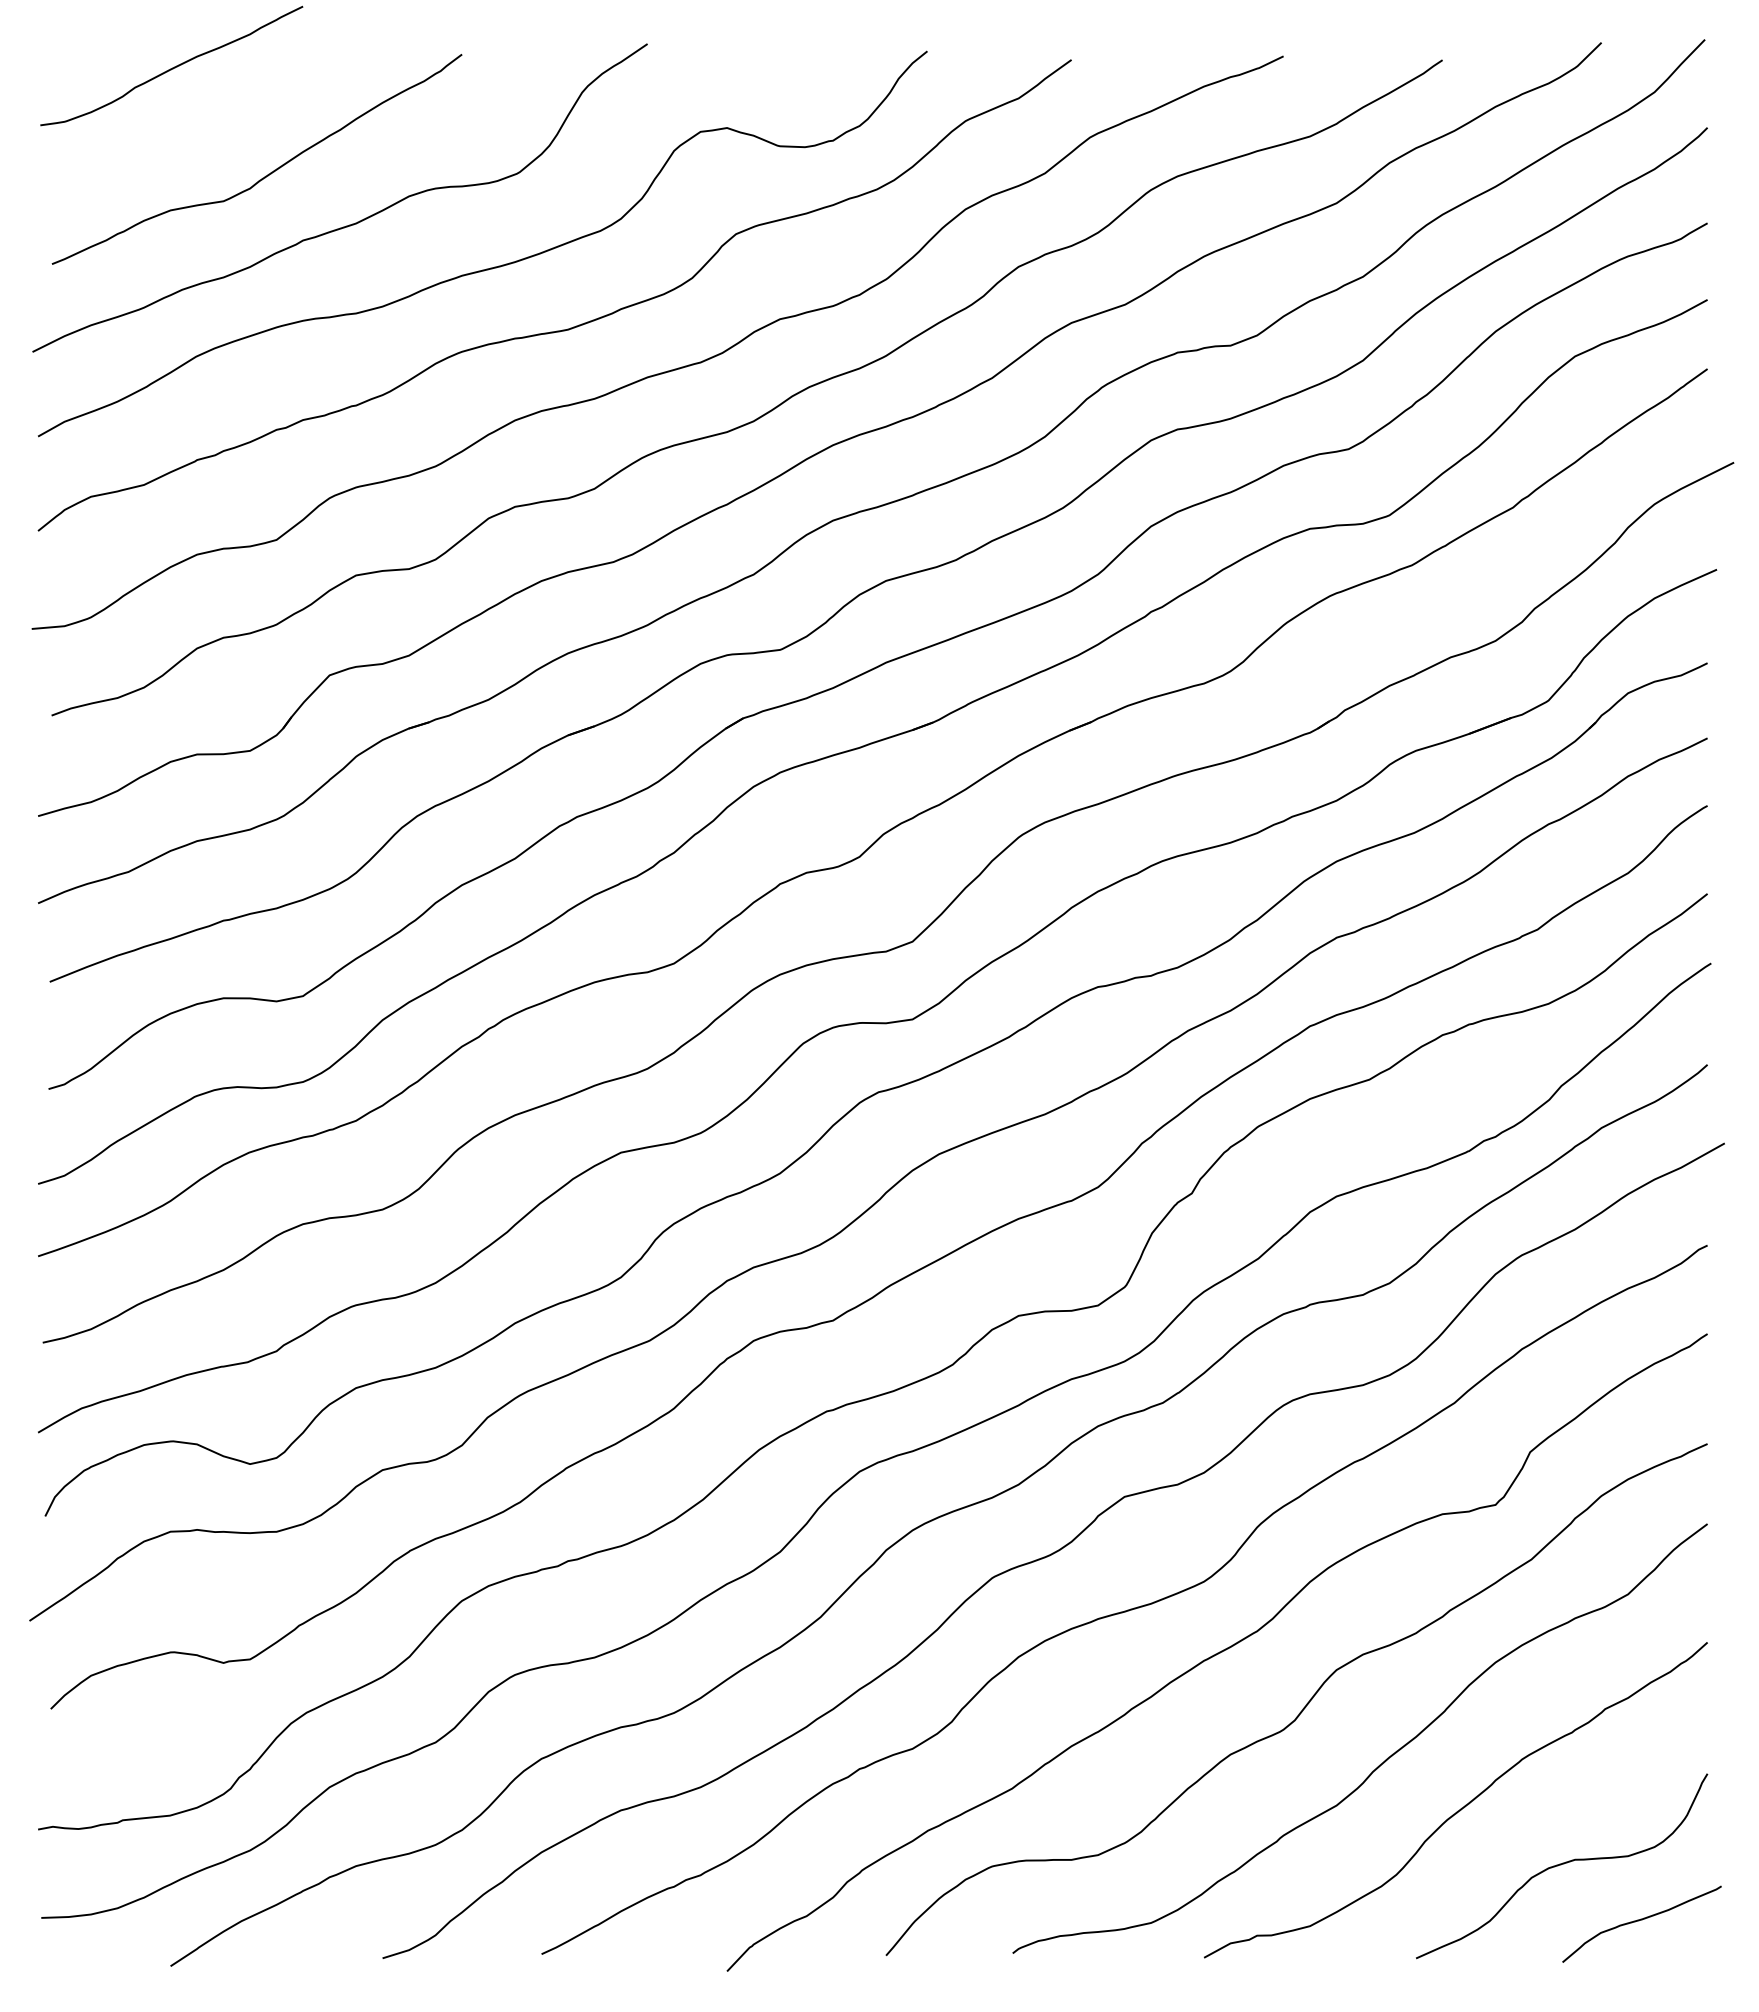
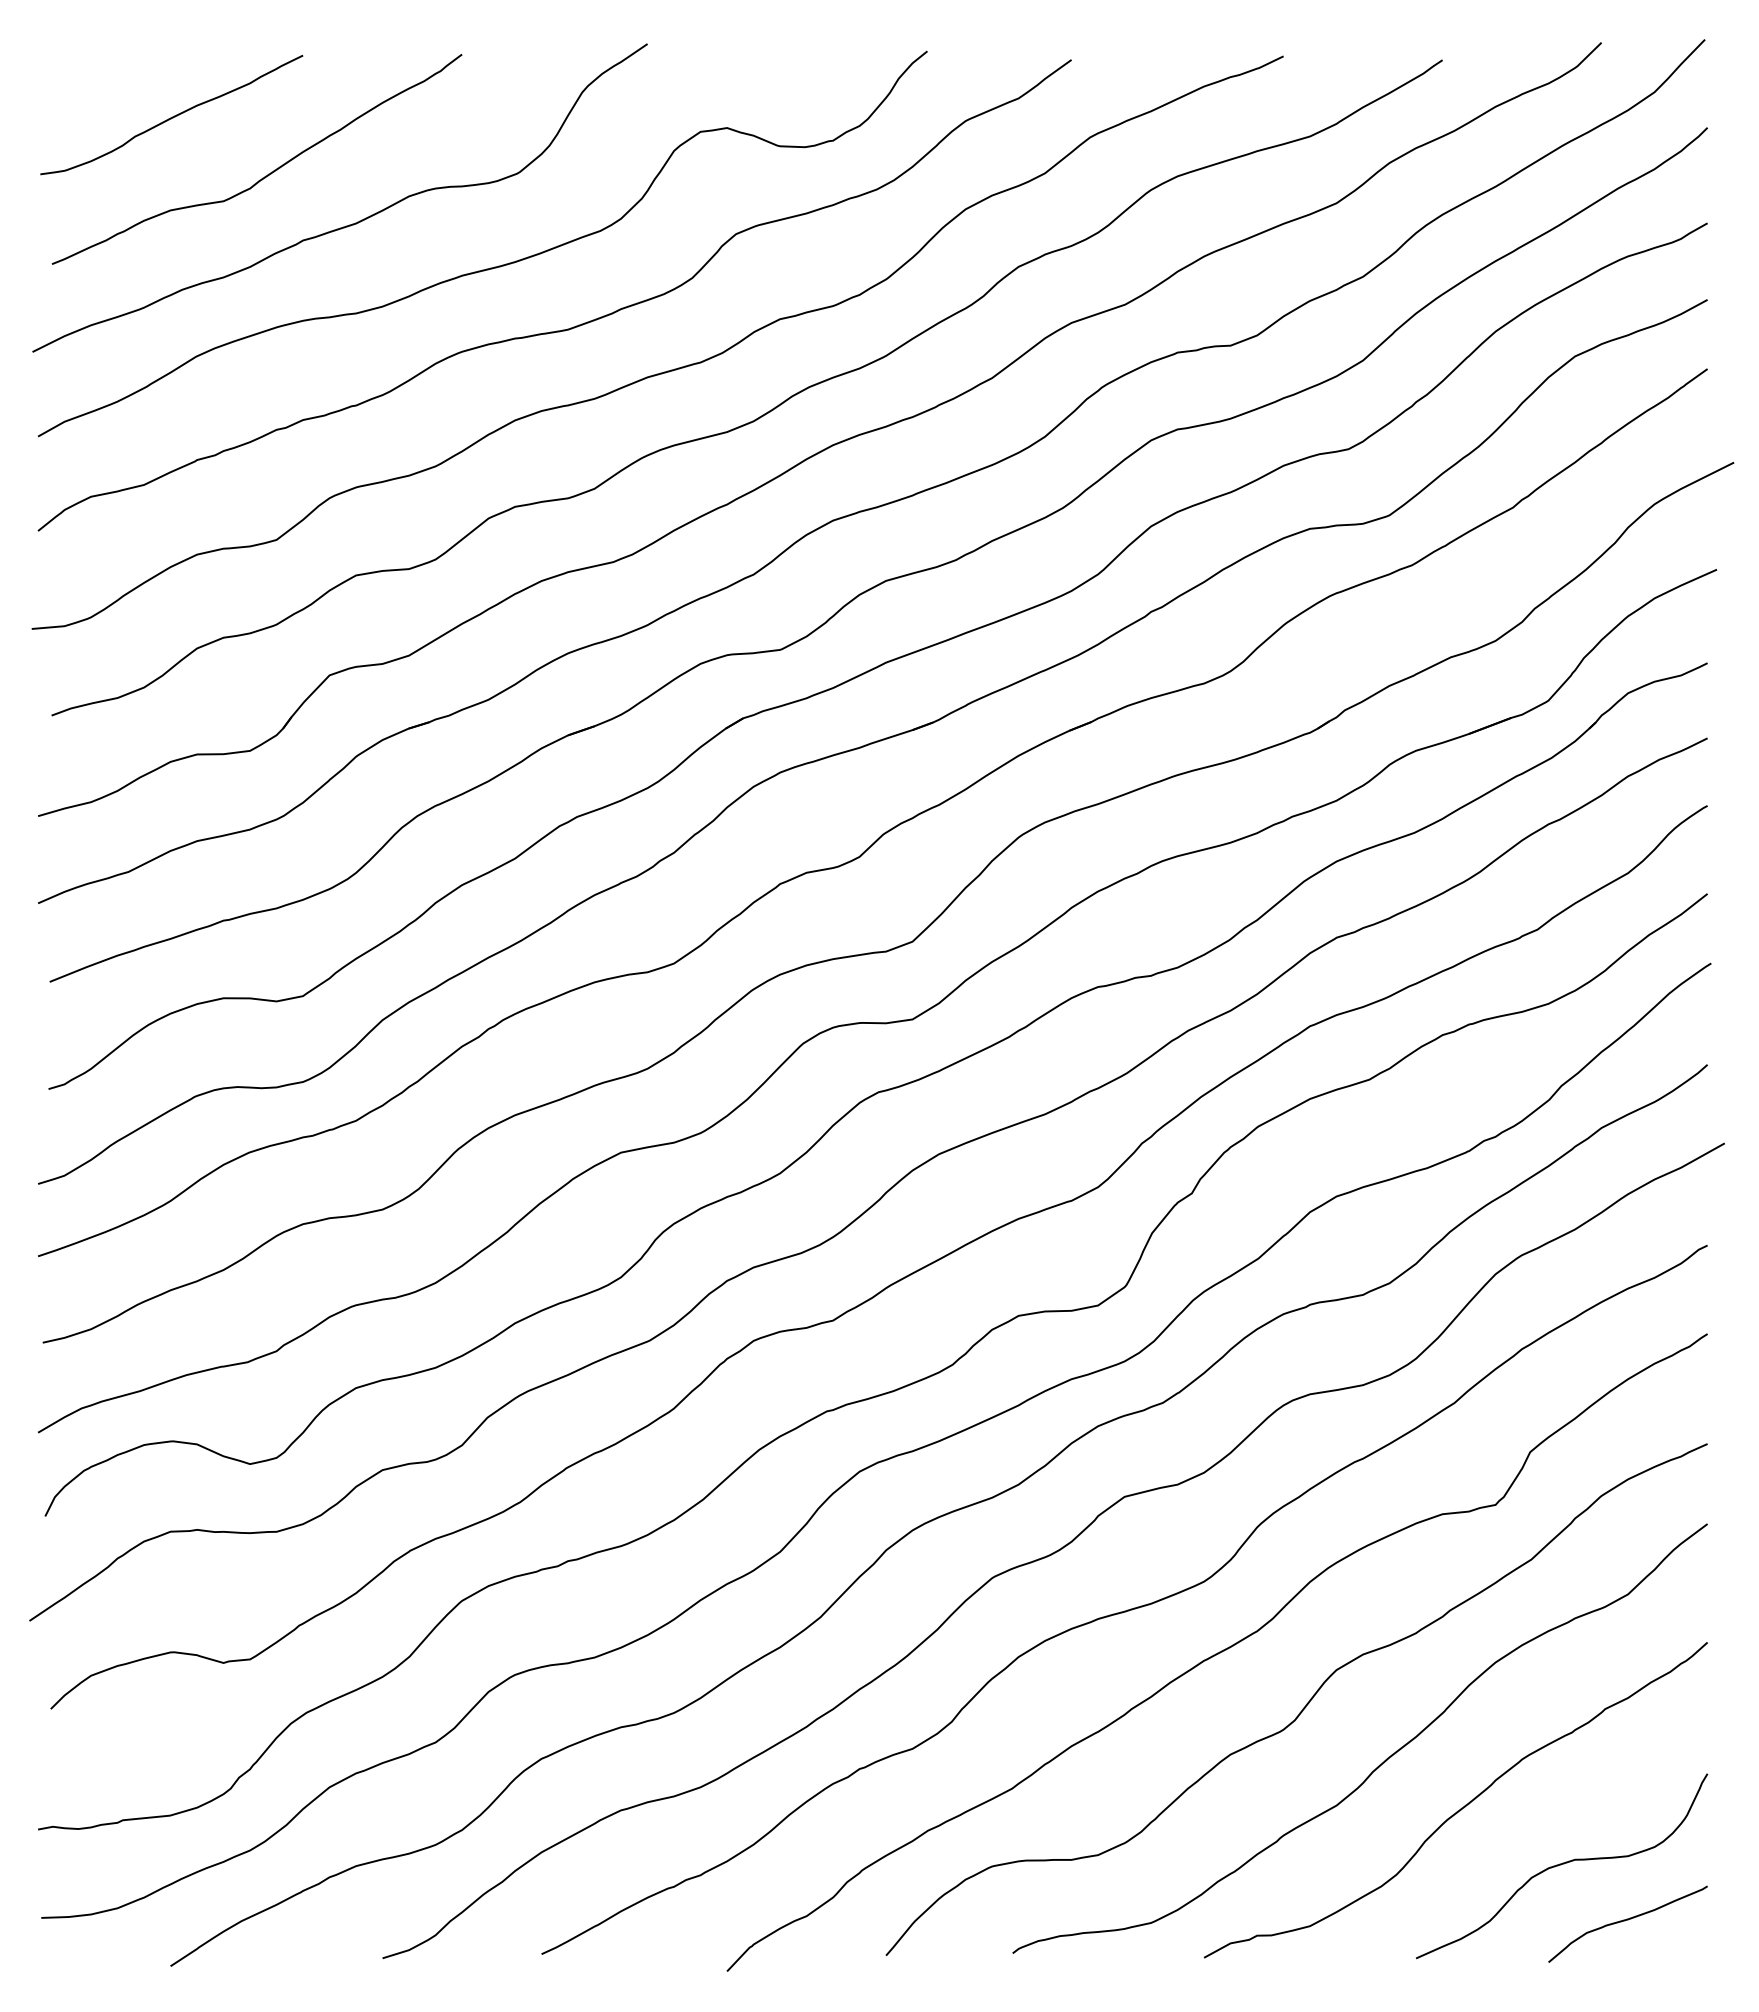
curve at (172, 67) position: (172, 67) -> (172, 116)
curve at (1639, 1921) position: (1639, 1921) -> (1625, 1921)
